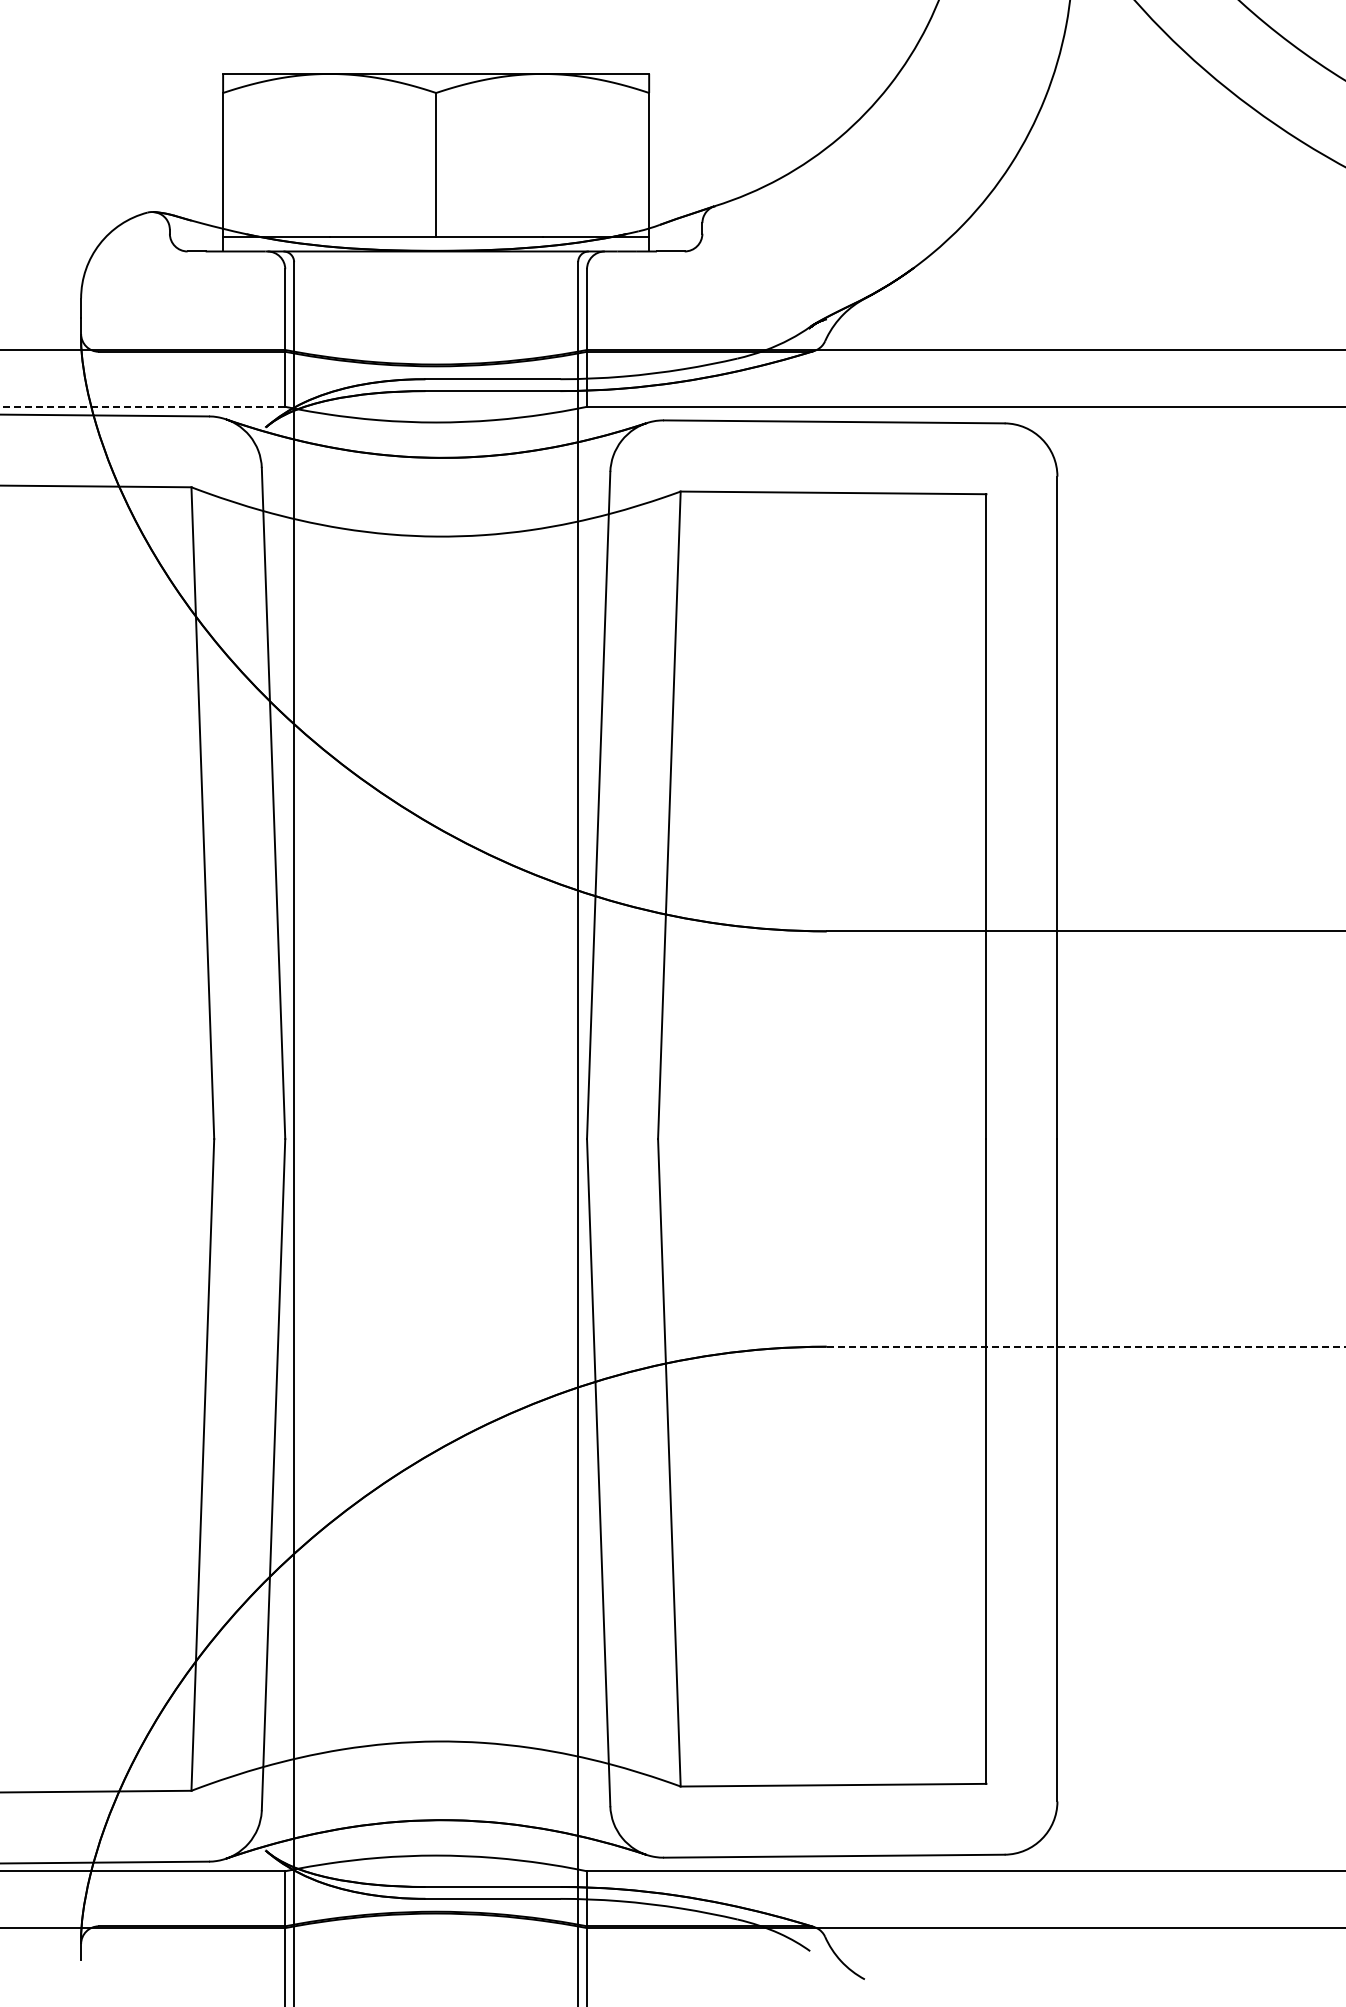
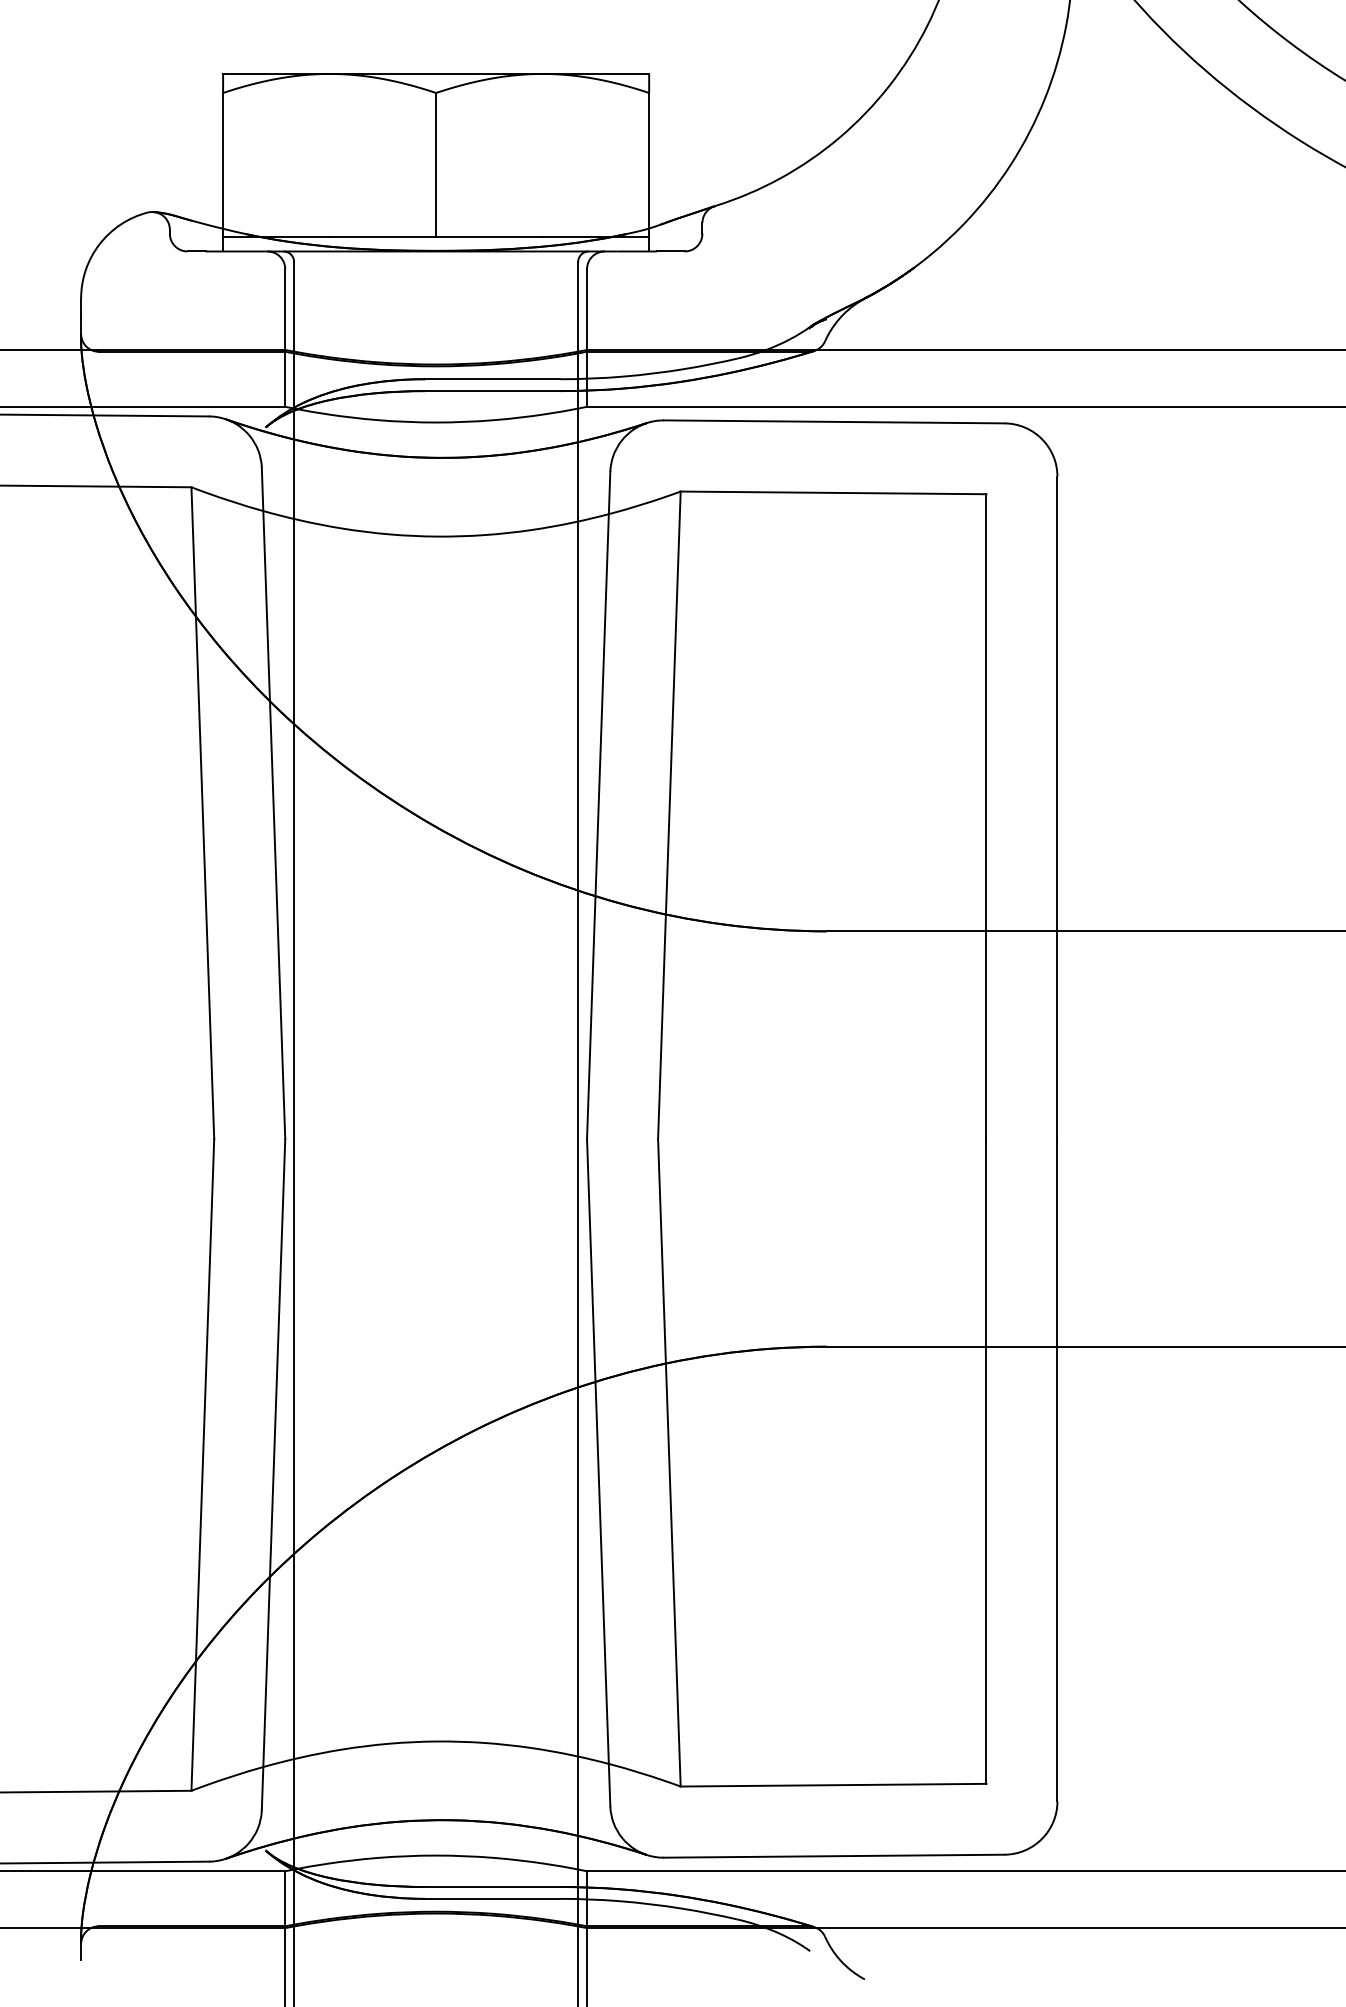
line at (142, 406): dashed -> solid
line at (1086, 1346): dashed -> solid
